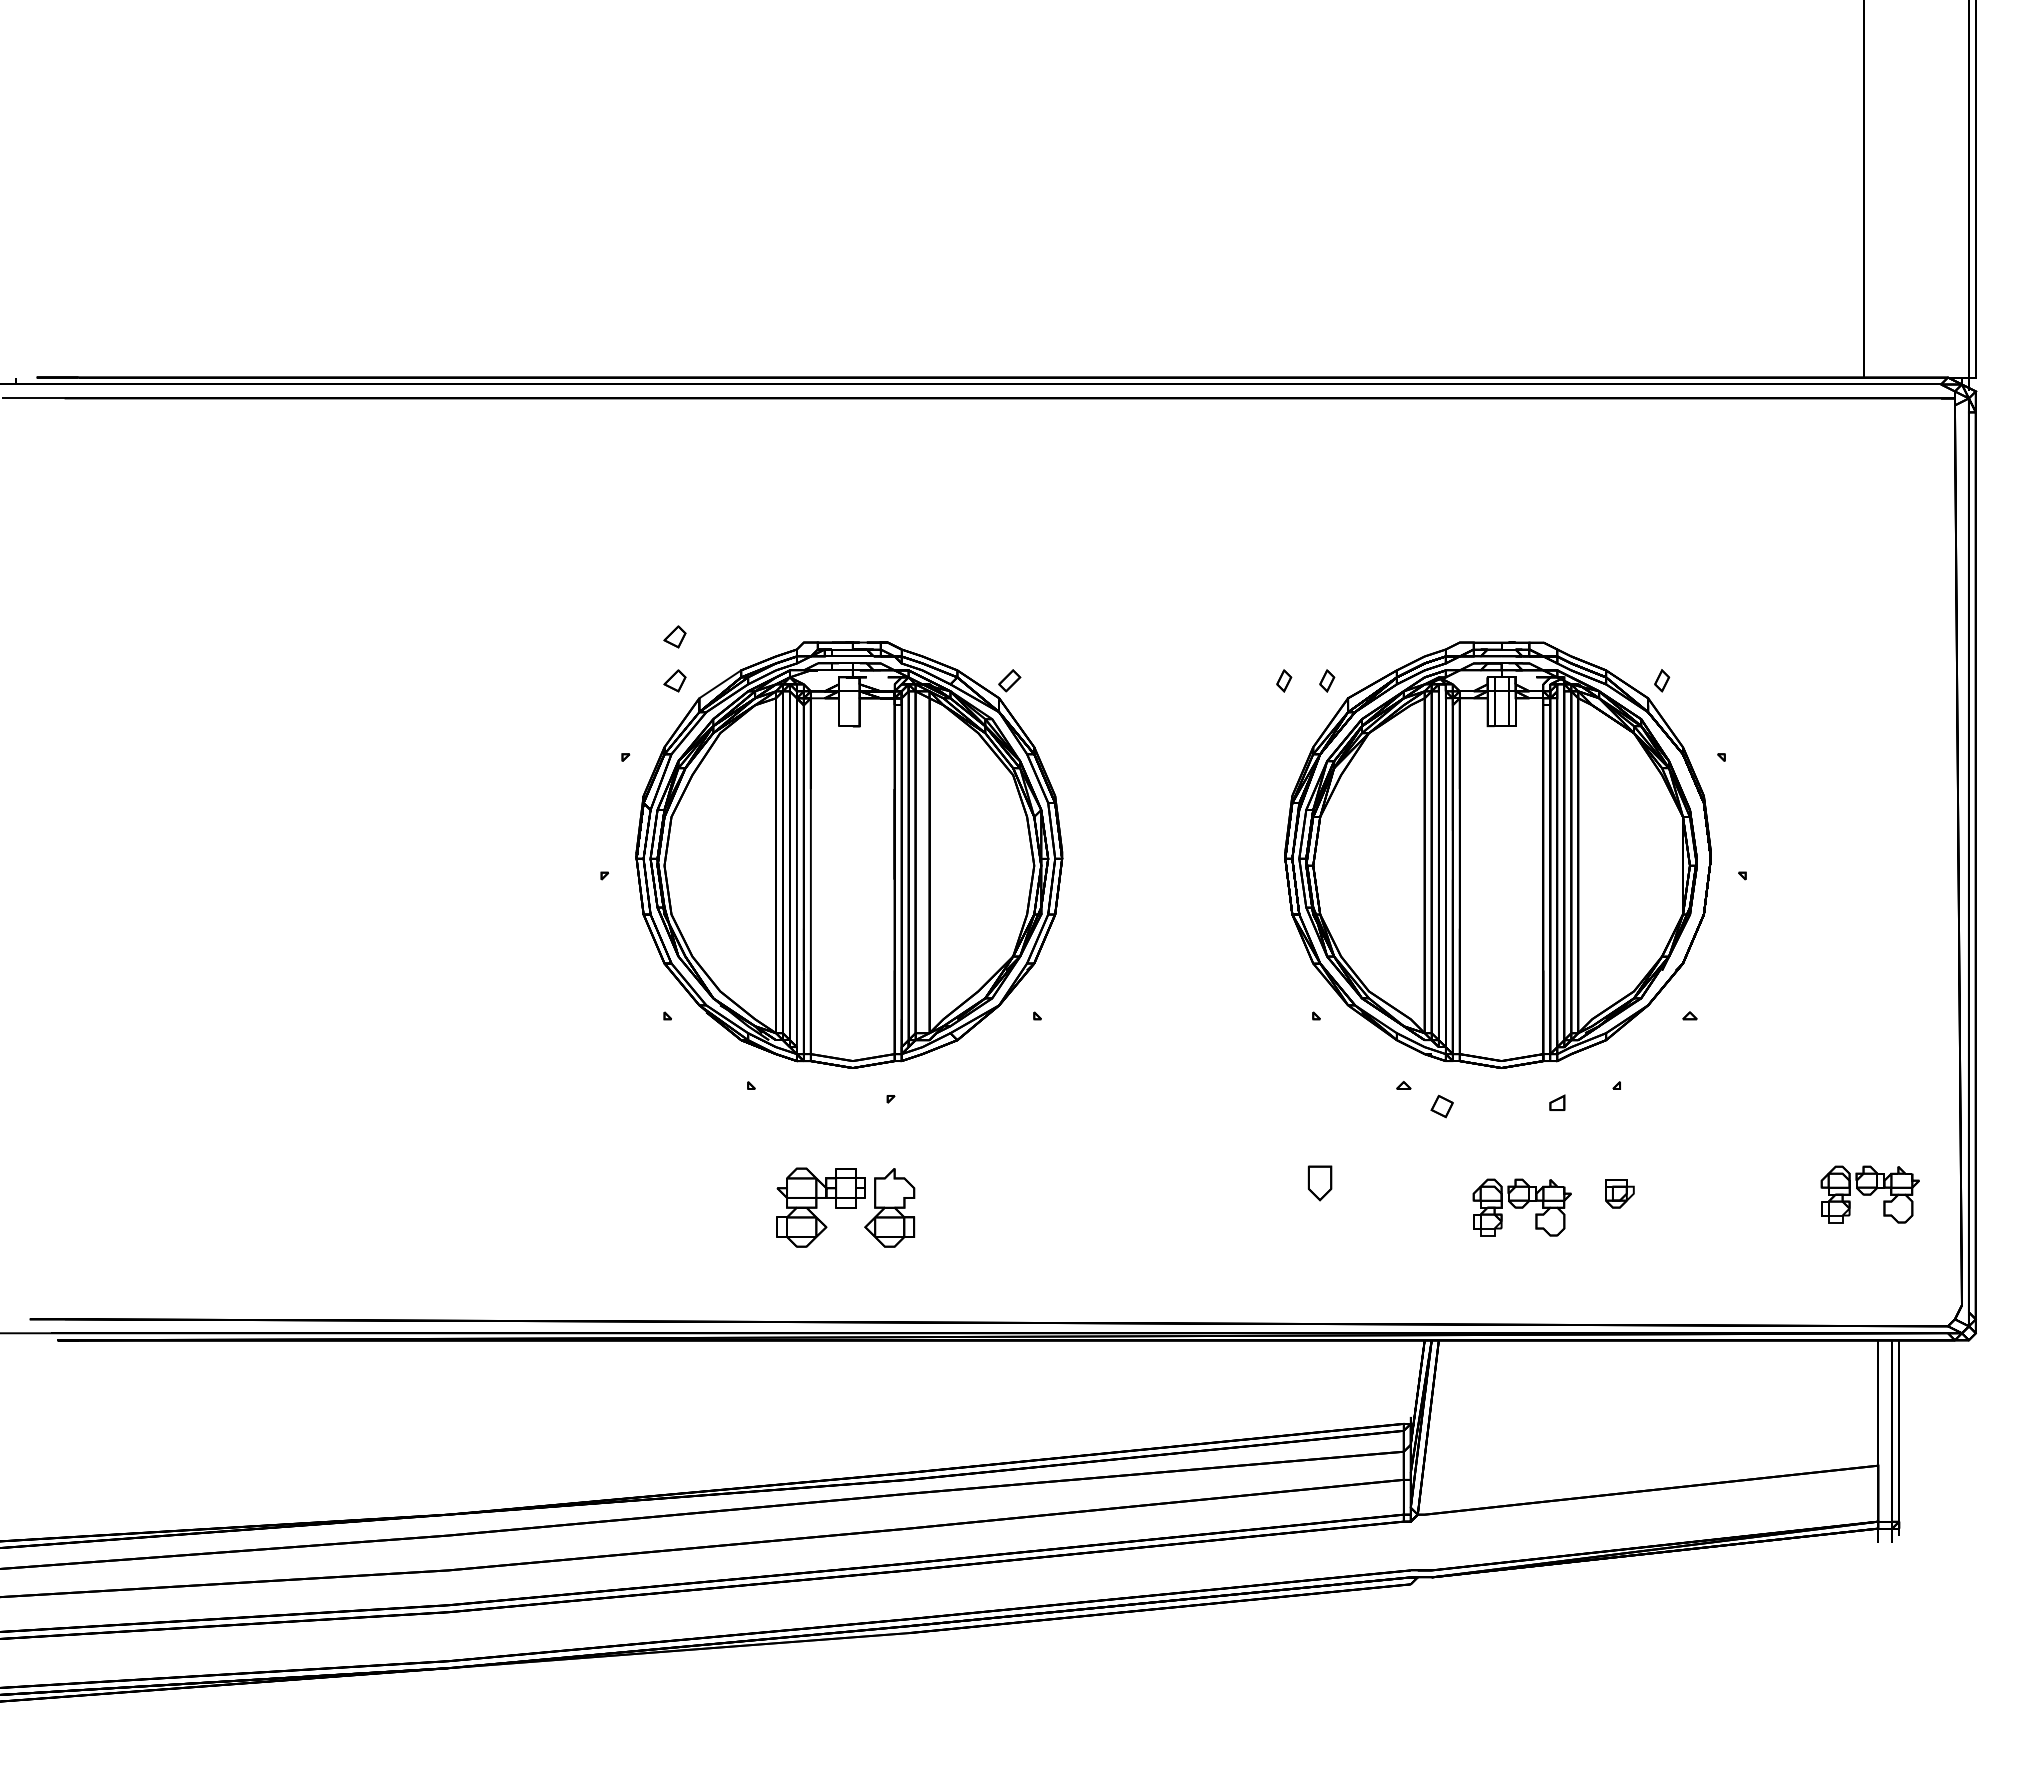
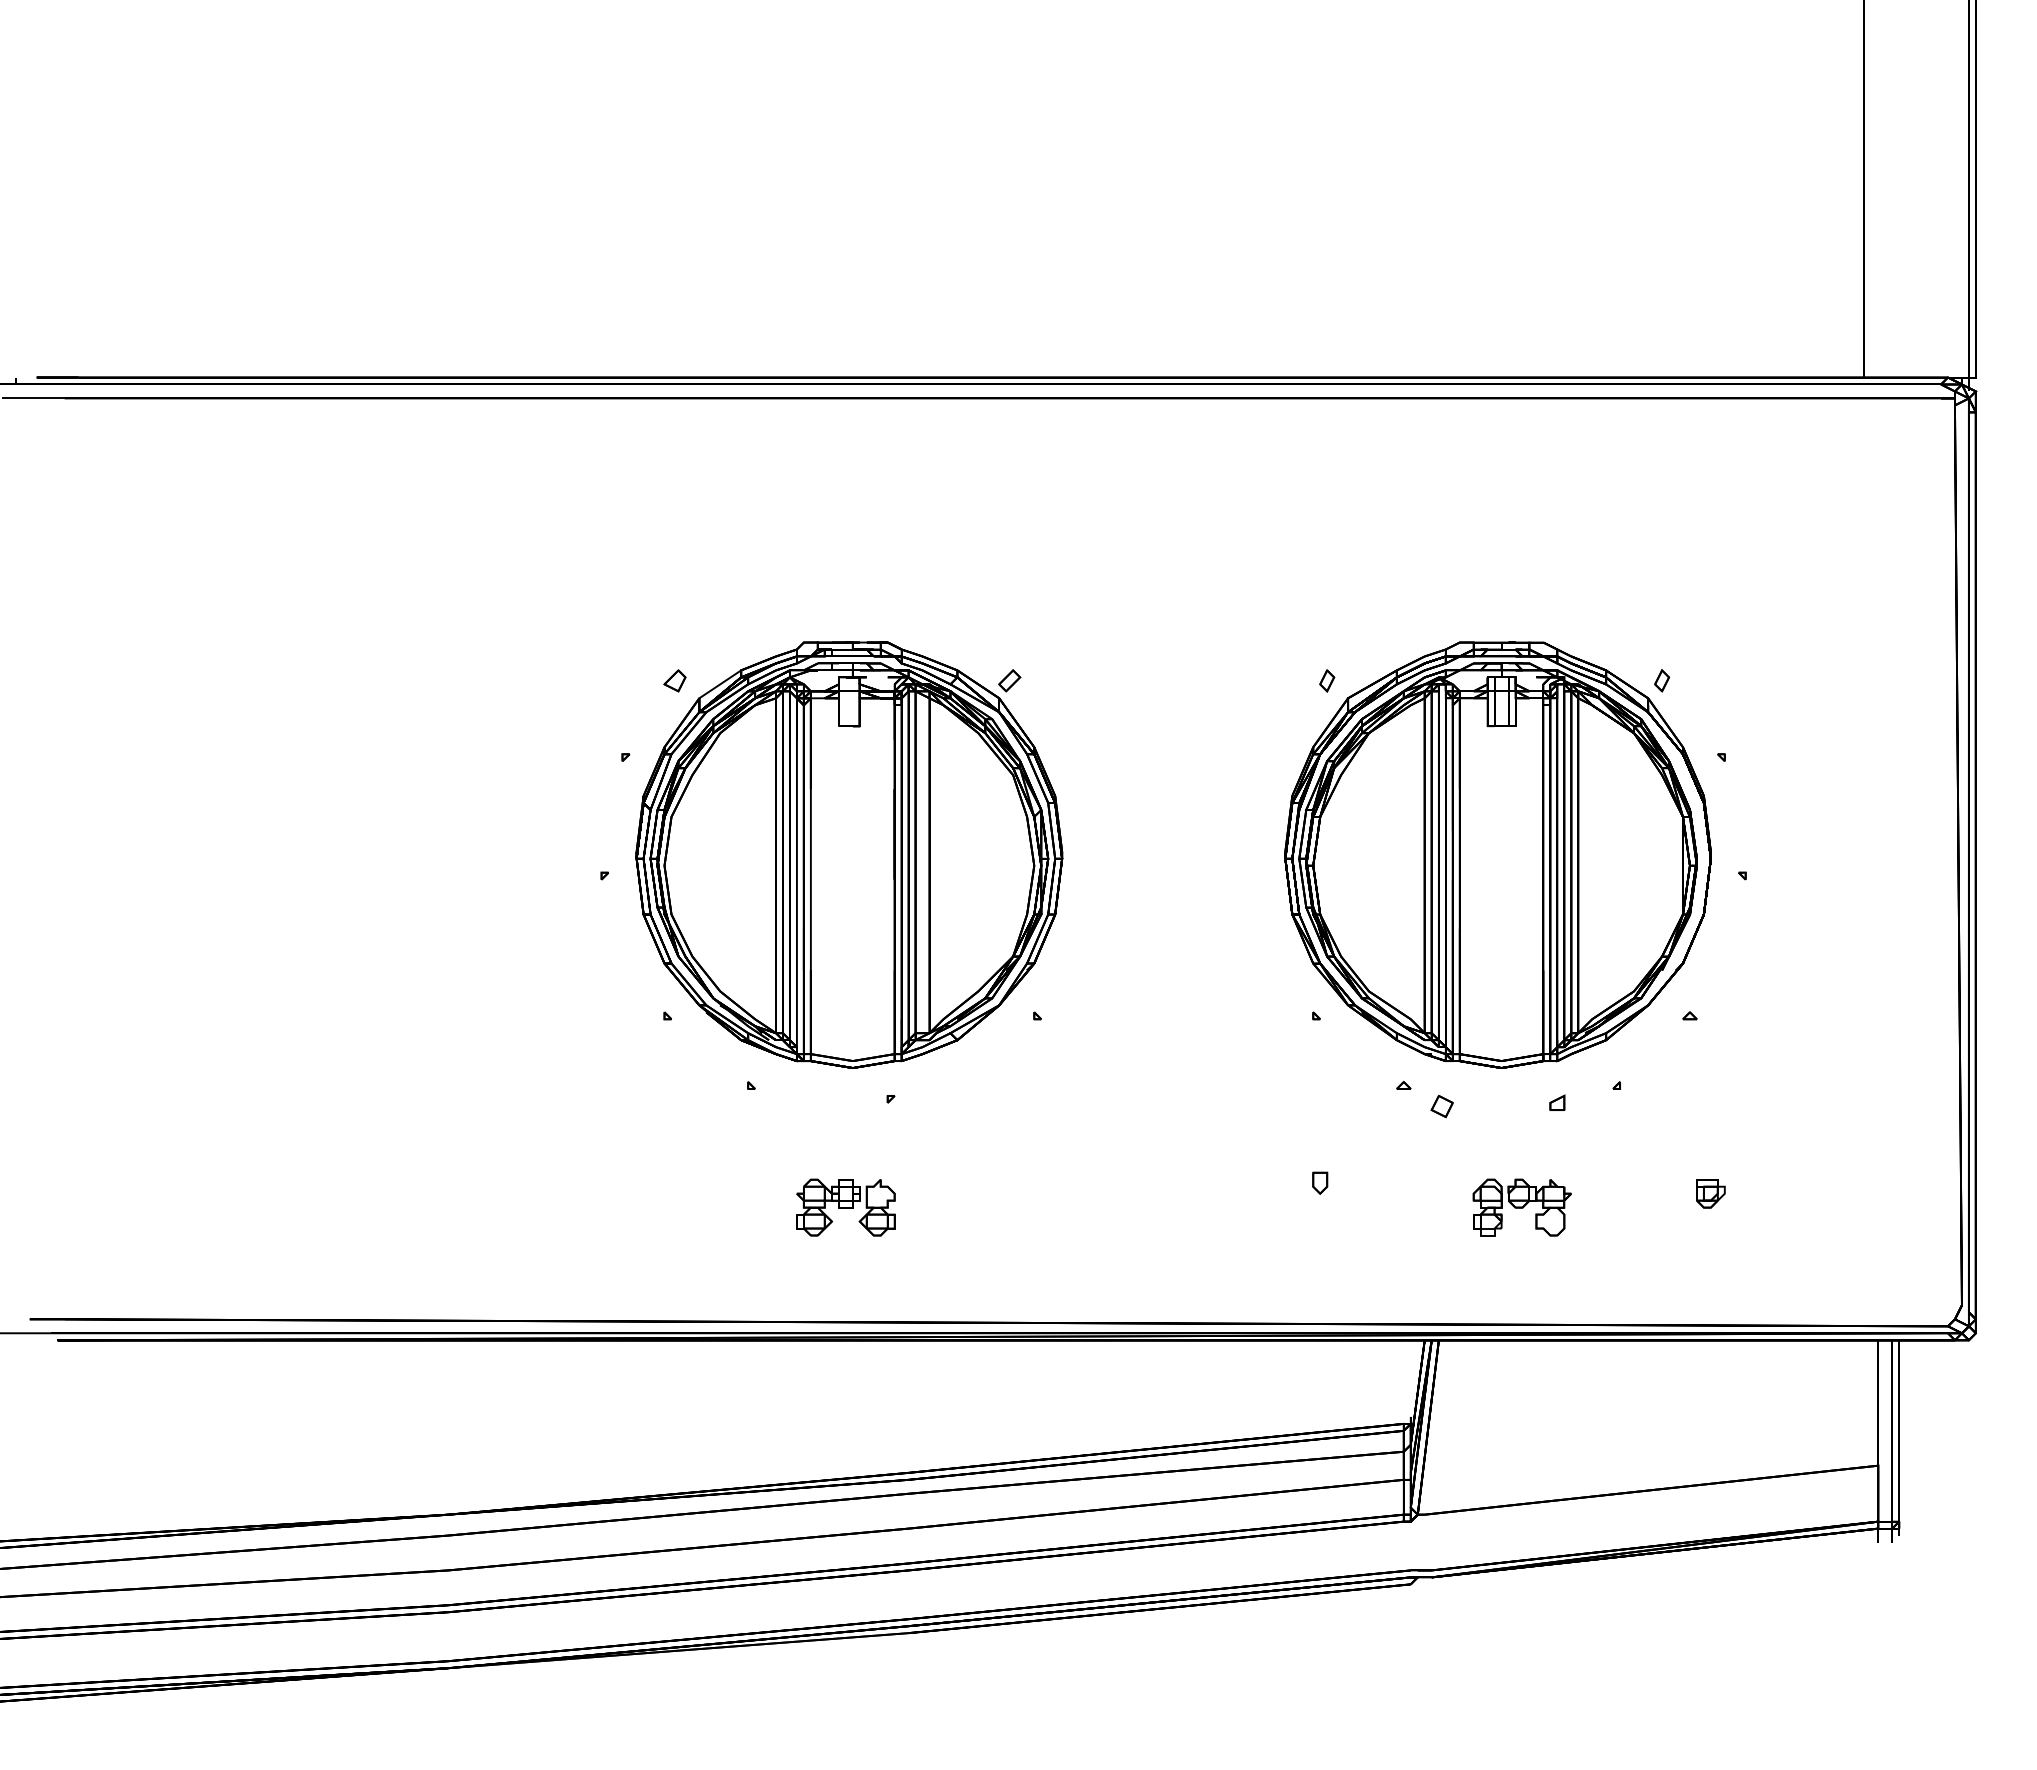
part at (674, 636): present -> none
part at (1284, 680): present -> none
part at (1319, 1183) size: 26x37 px -> 17x24 px
part at (1619, 1193) position: (1619, 1193) -> (1710, 1193)
part at (1869, 1194): present -> none
part at (845, 1207) size: 140x81 px -> 100x59 px
